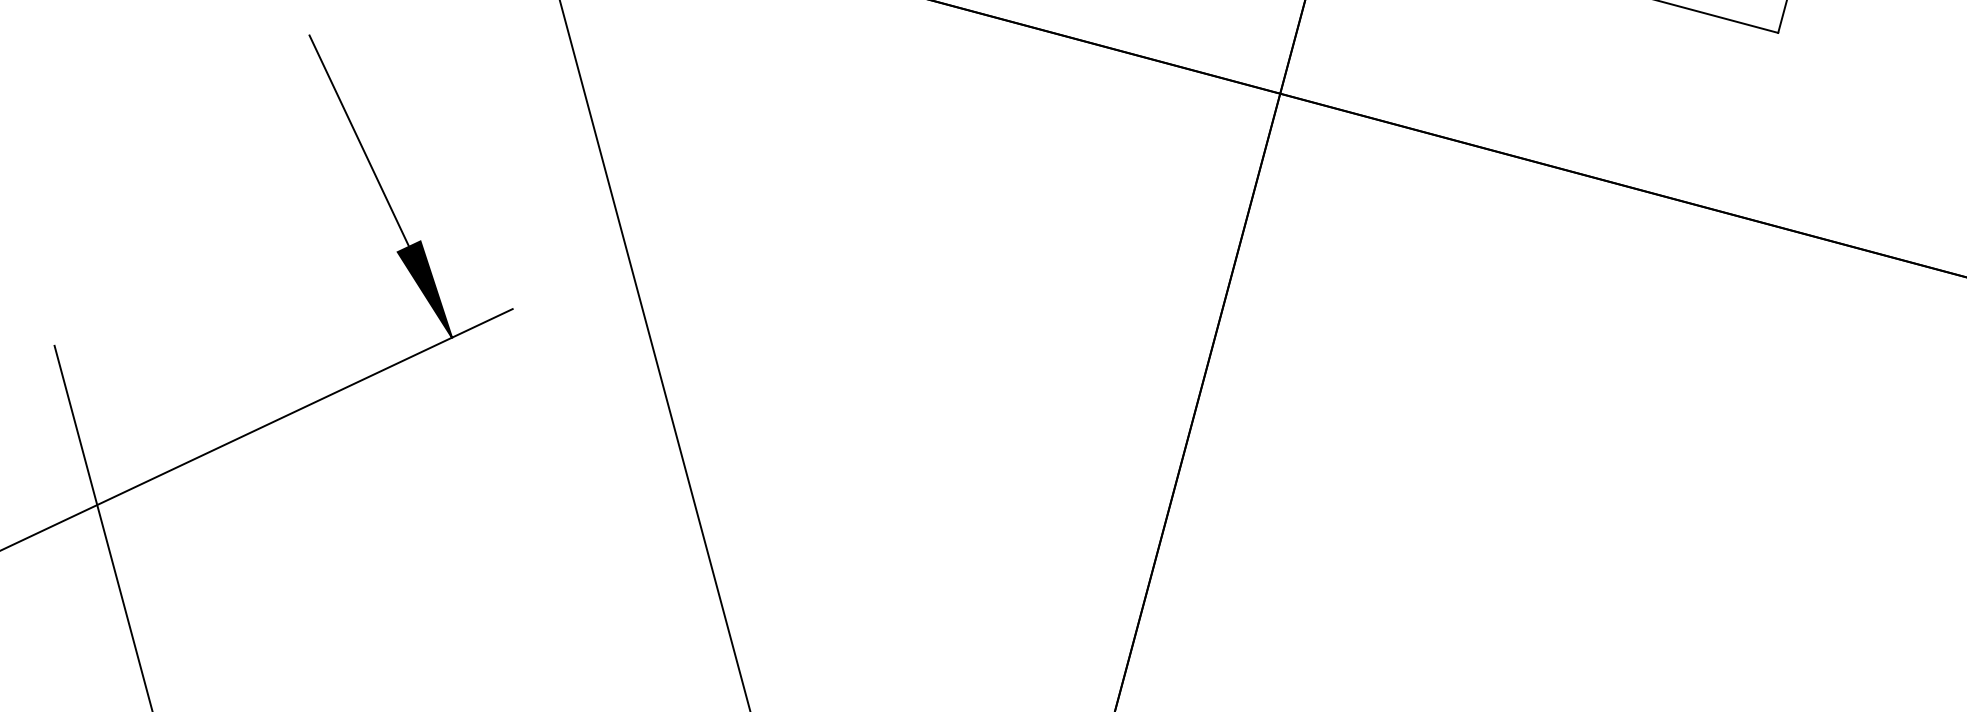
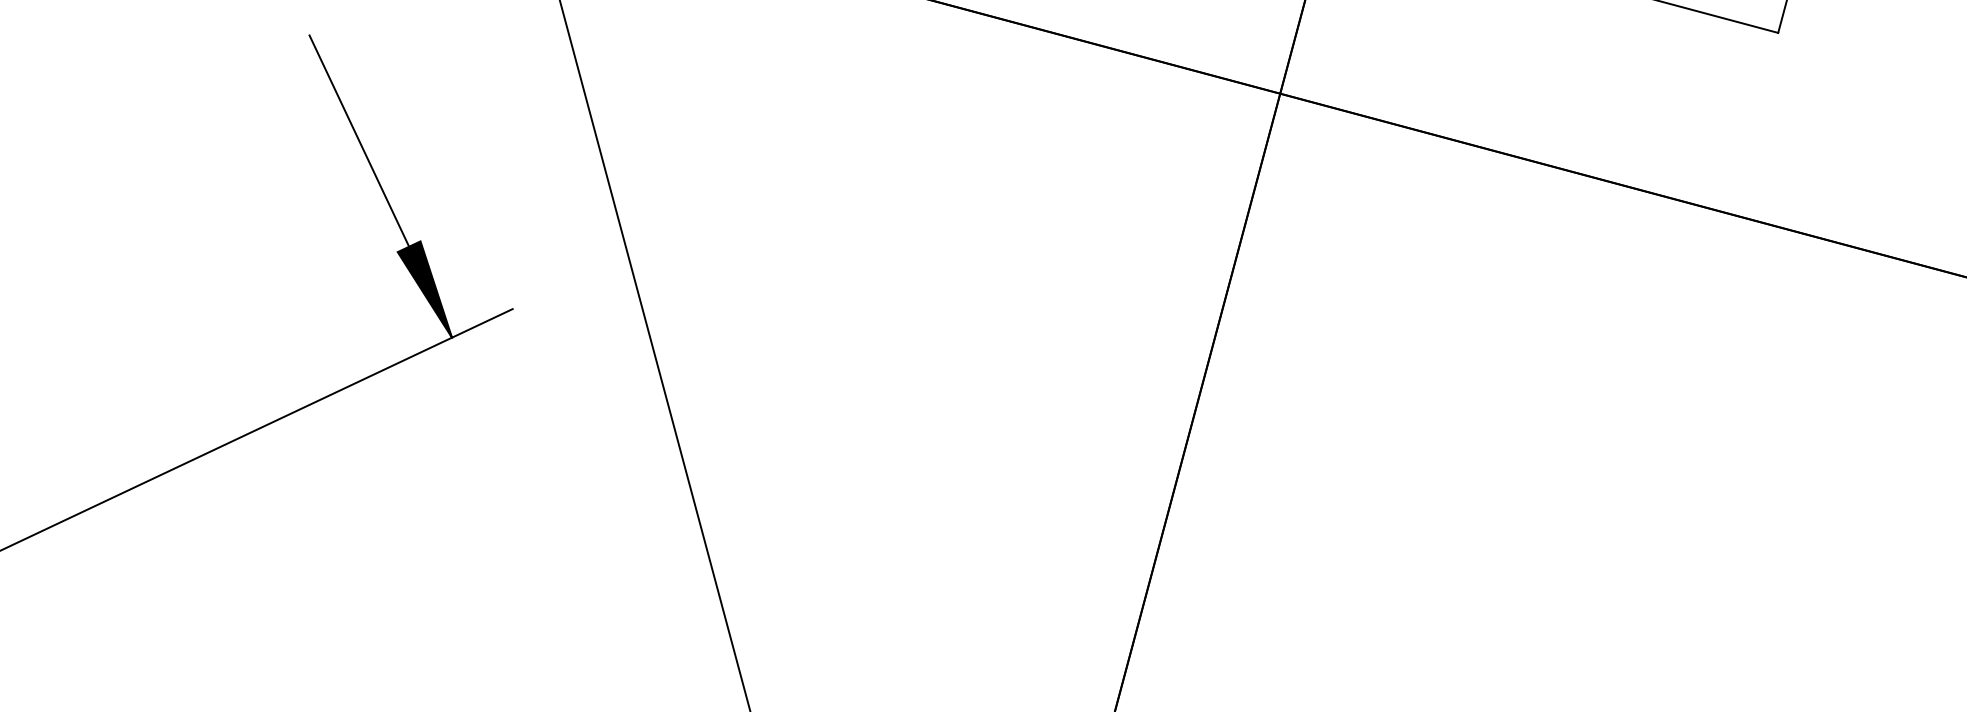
line at (102, 526): present -> none
